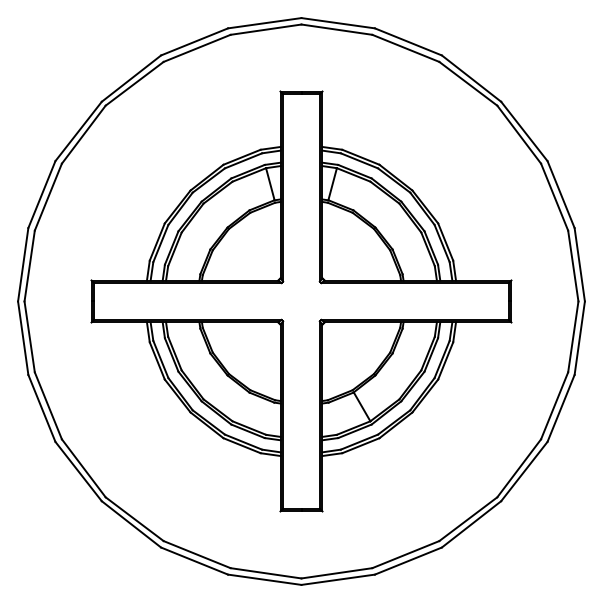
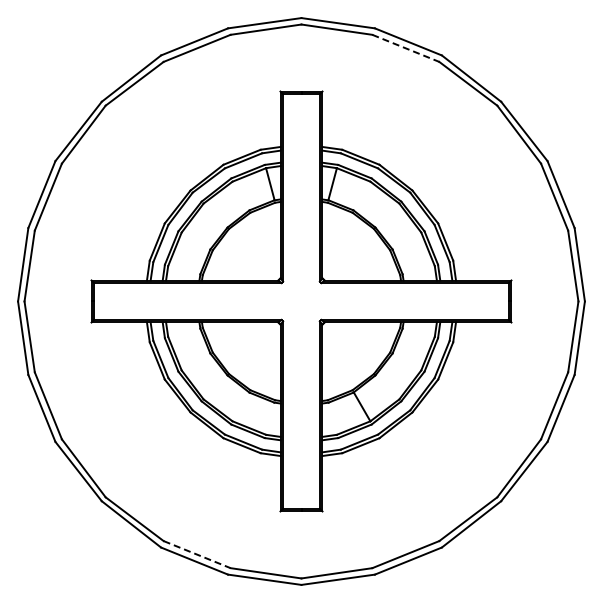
line at (406, 48): solid -> dashed
line at (197, 554): solid -> dashed
